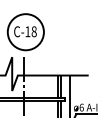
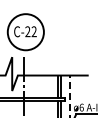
text at (30, 31): -18 -> -22
line at (69, 96): solid -> dashed
